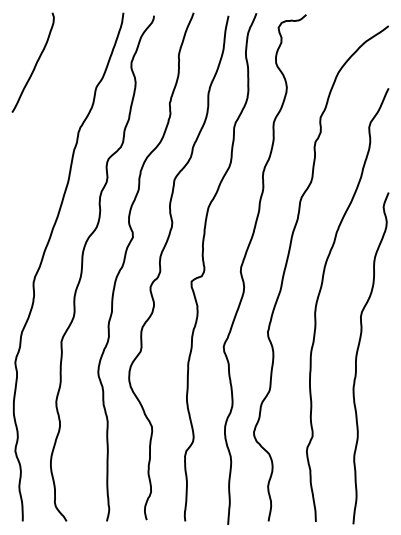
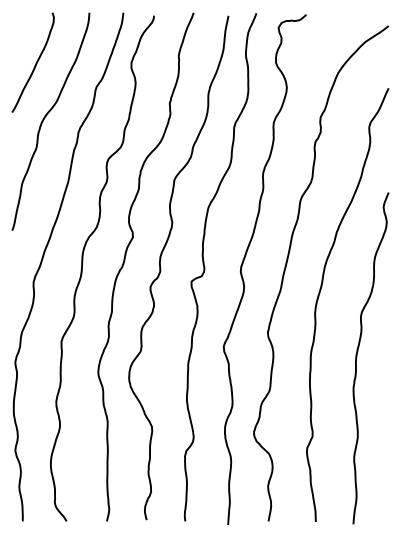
curve at (45, 118): none -> present
